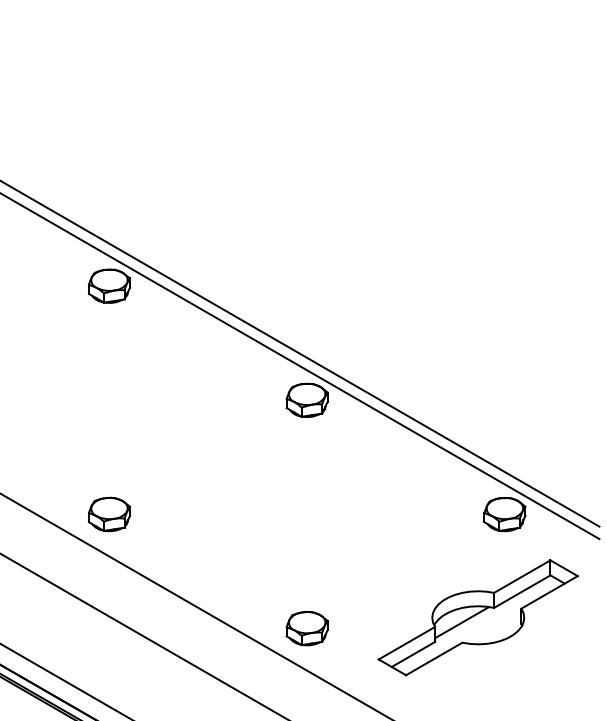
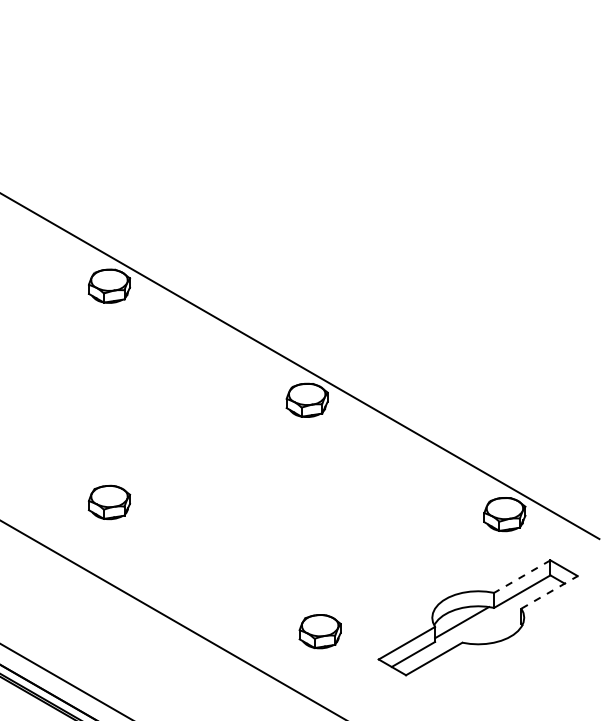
line at (300, 354): present -> none
part at (109, 514) position: (109, 514) -> (109, 502)
line at (522, 576): solid -> dashed
line at (549, 592): solid -> dashed
line at (195, 605) position: (195, 605) -> (171, 619)
part at (306, 628) position: (306, 628) -> (319, 631)
line at (143, 635): present -> none
